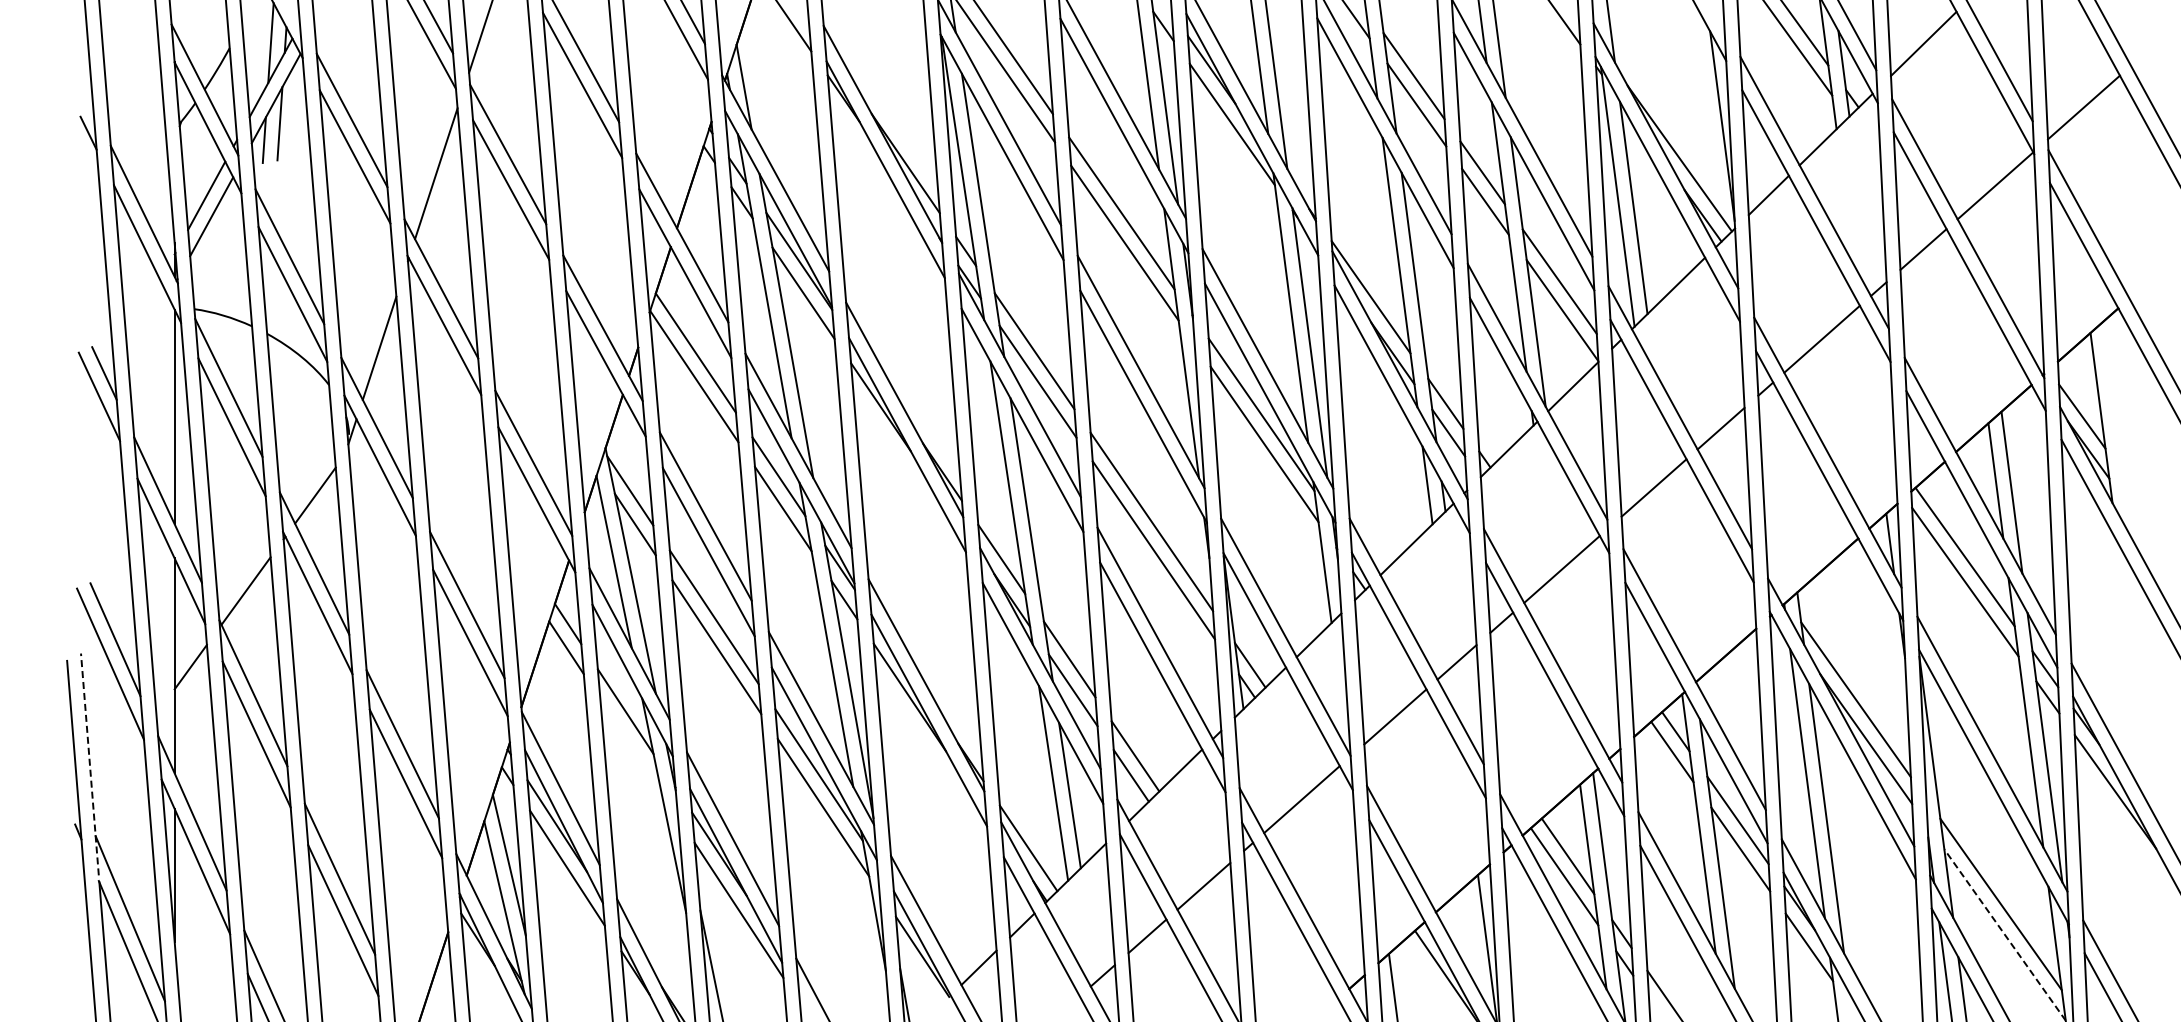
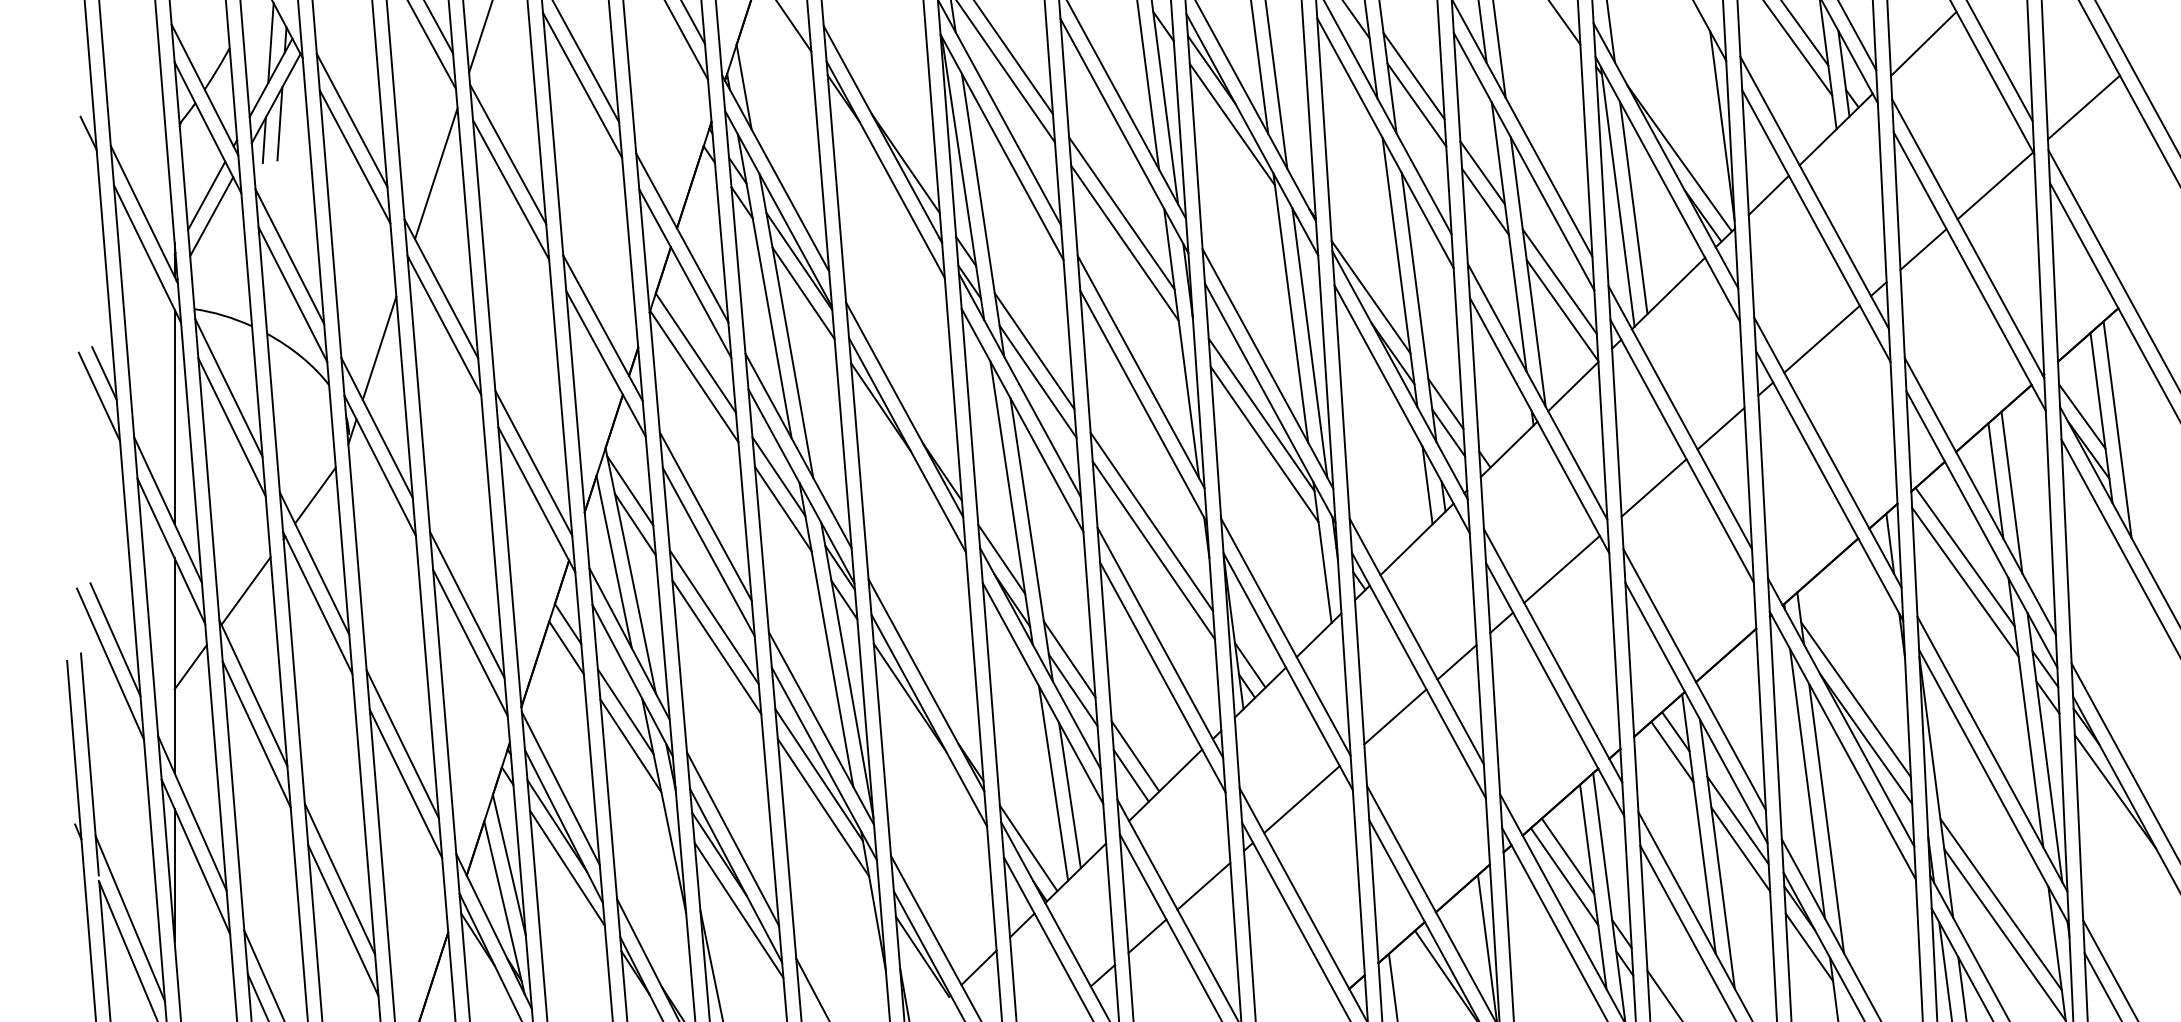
line at (2117, 429): none -> present
line at (630, 745): none -> present
line at (89, 763): dashed -> solid
line at (2005, 935): dashed -> solid
